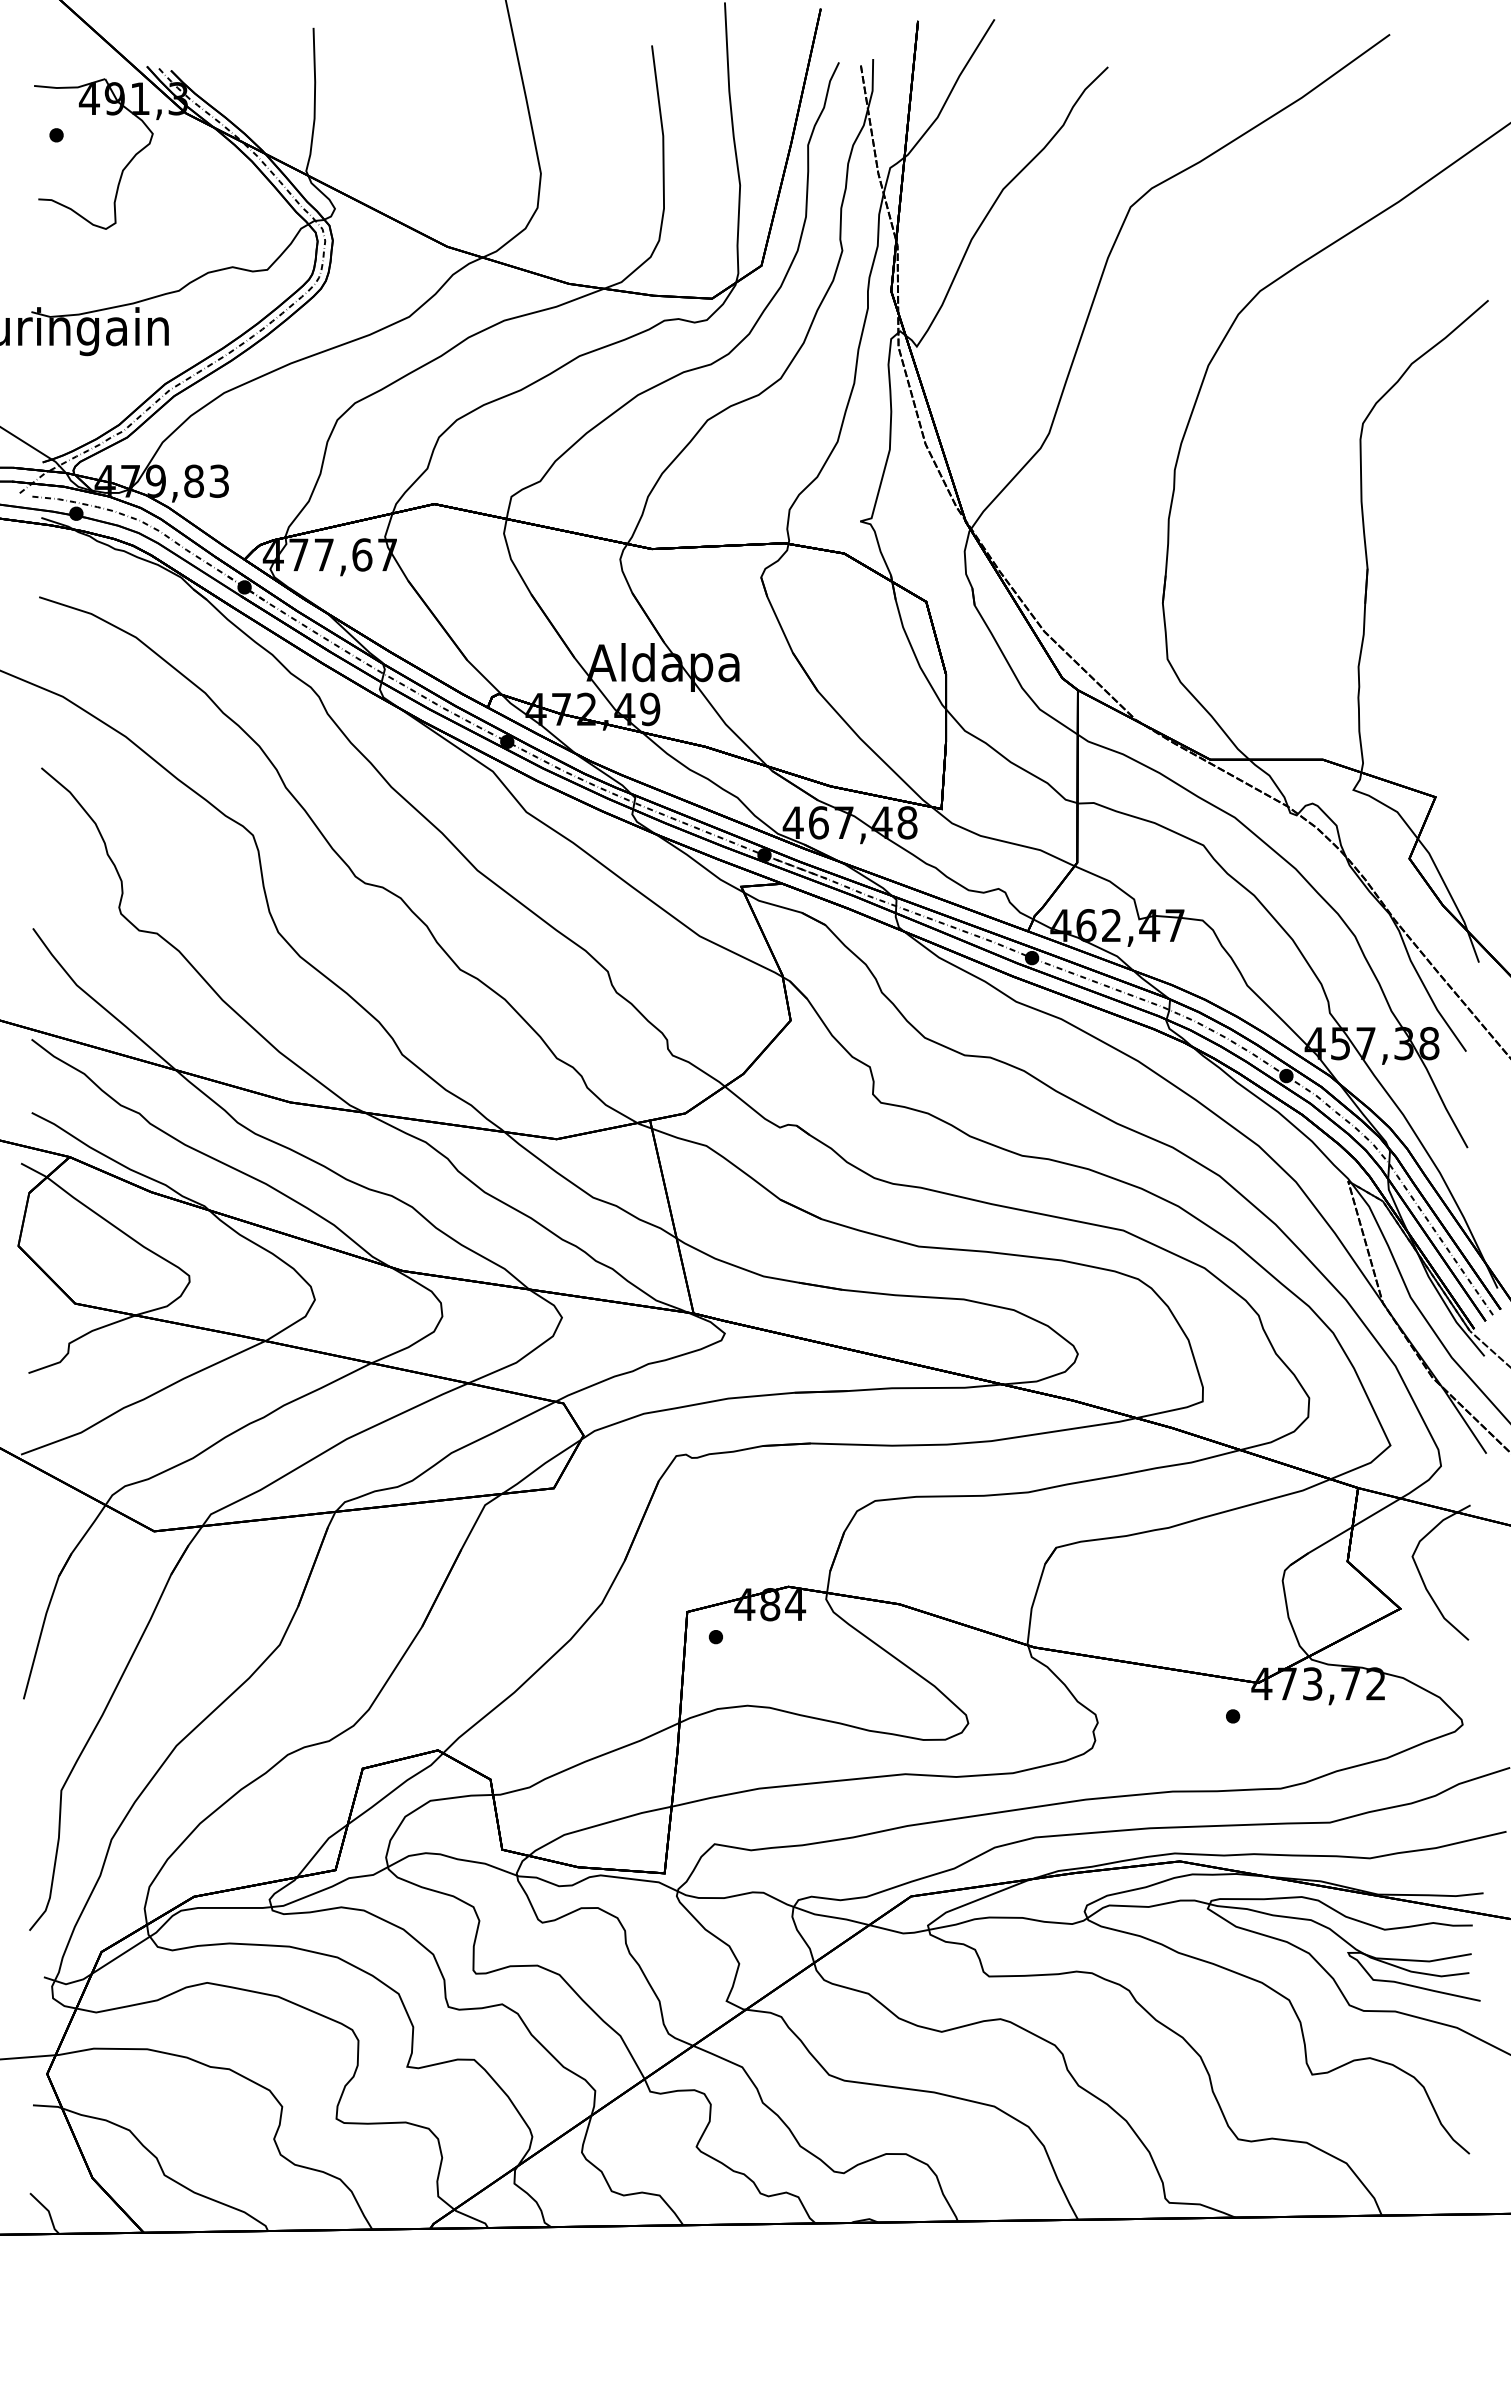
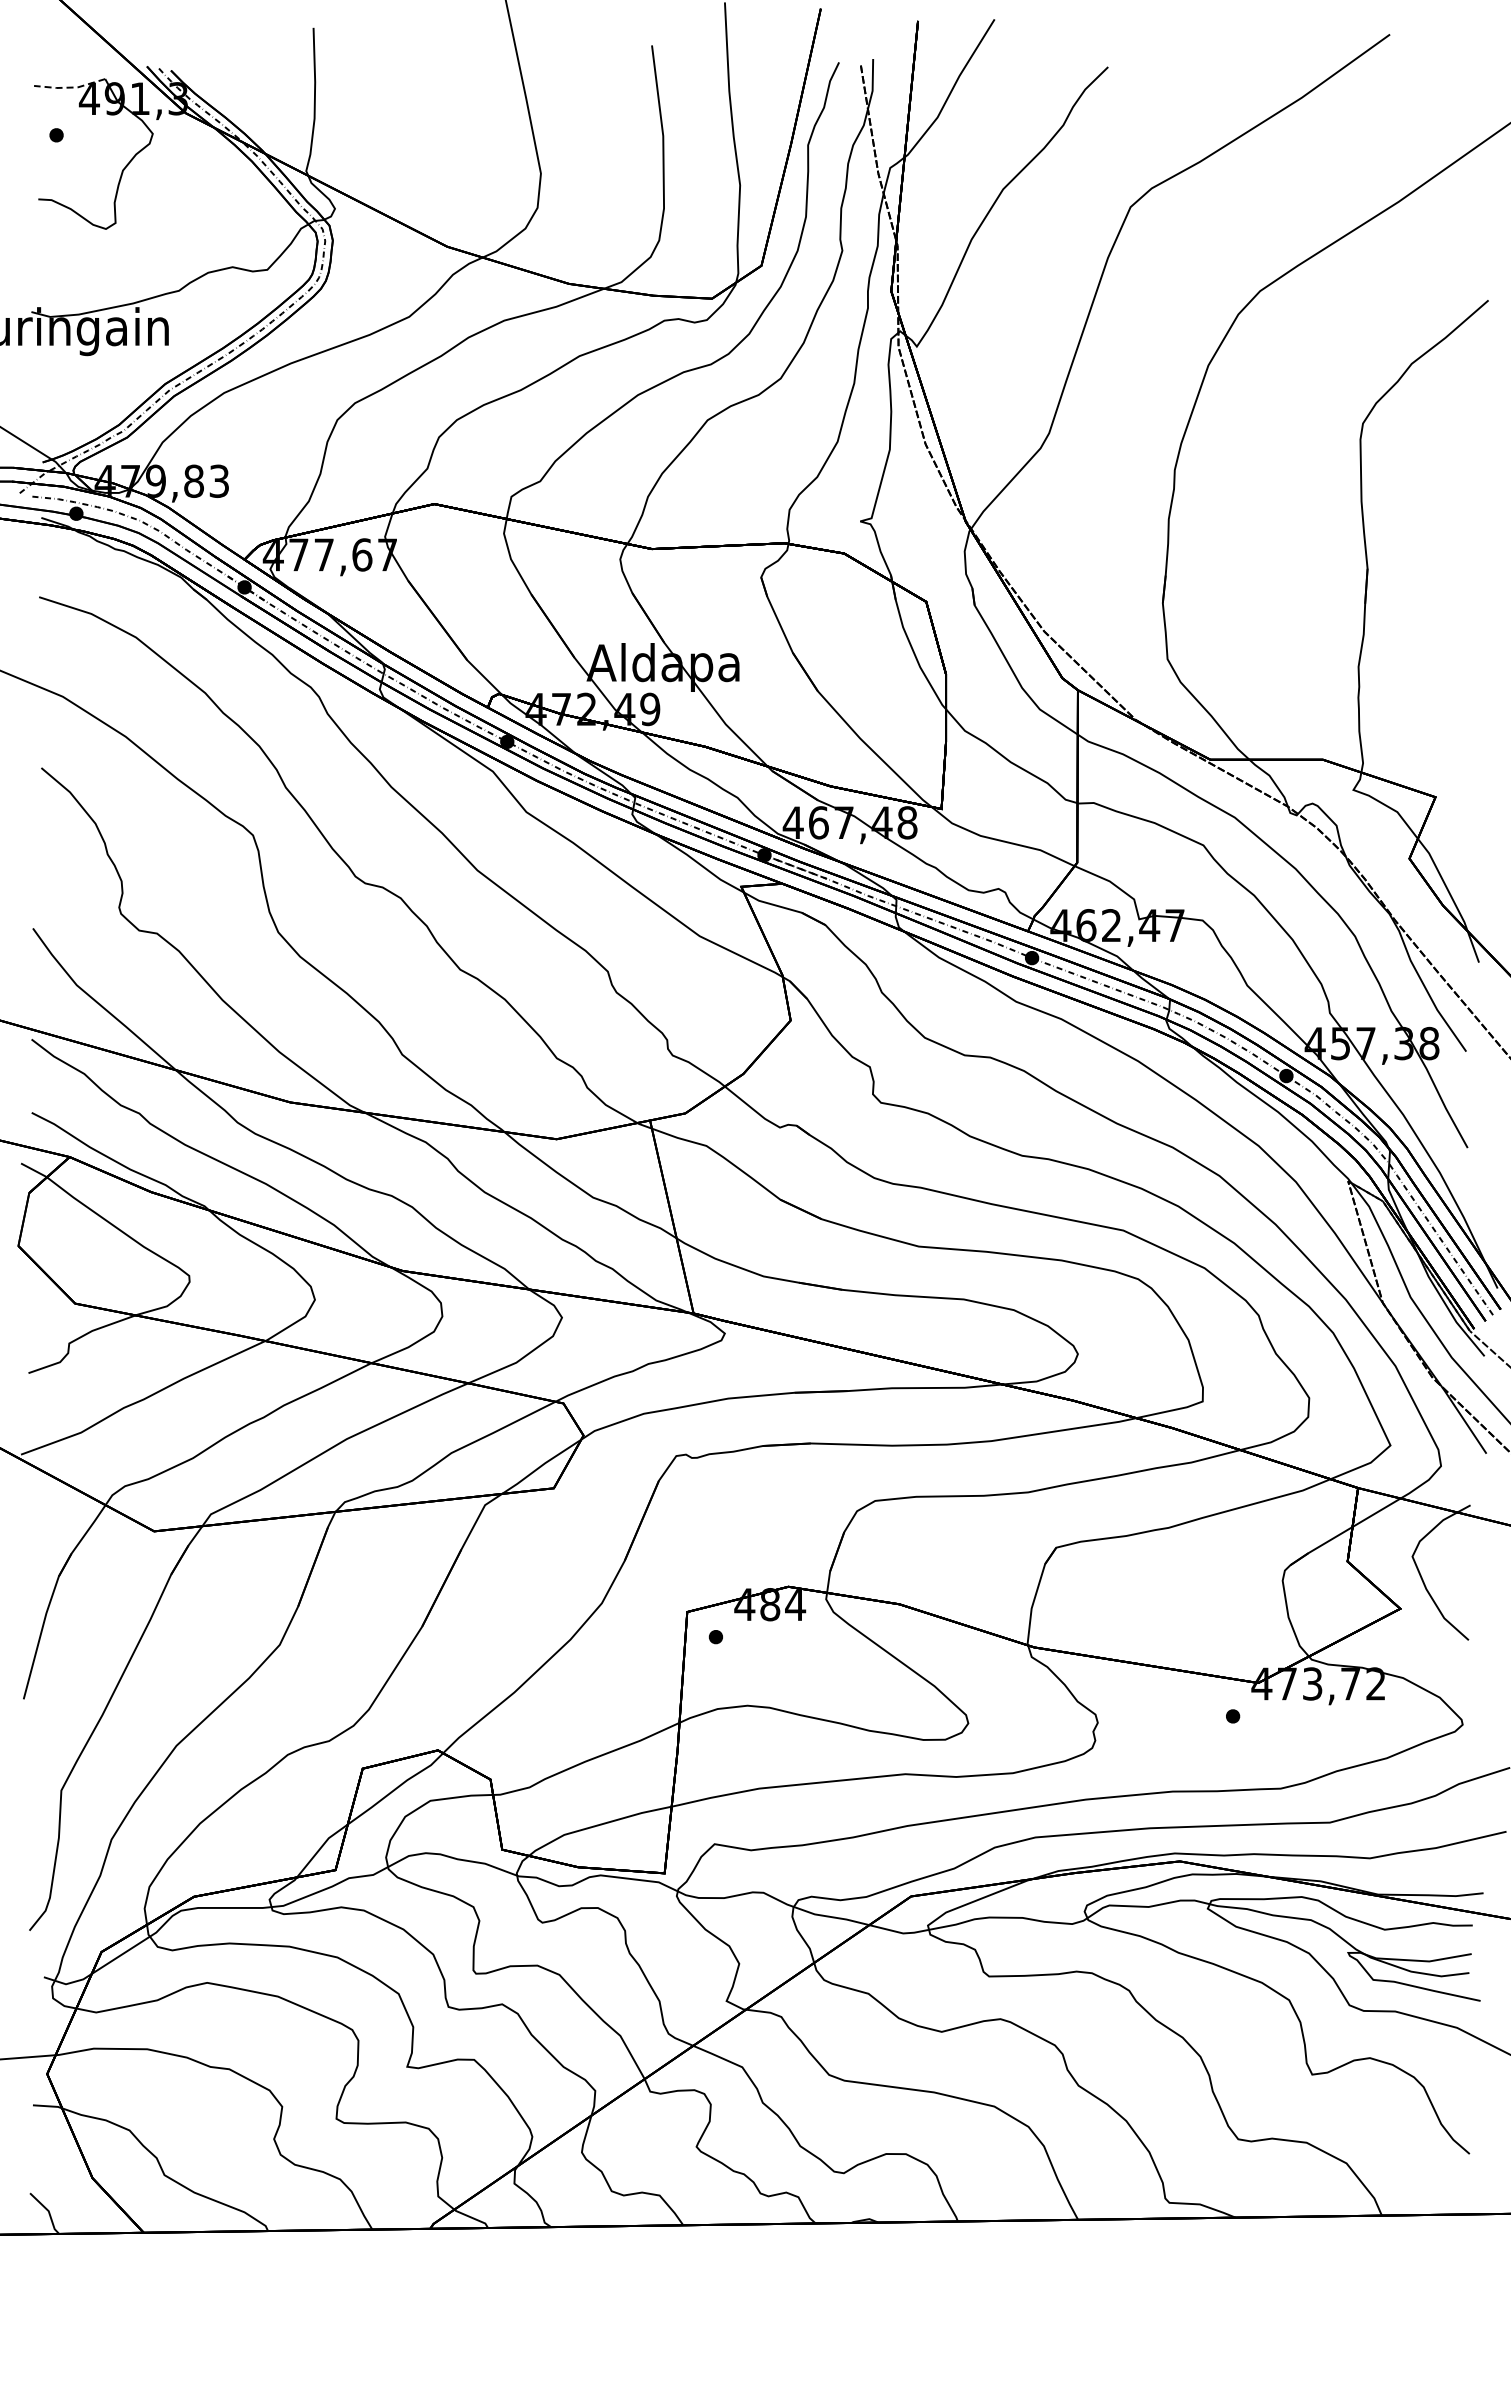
line at (70, 87): solid -> dashed
